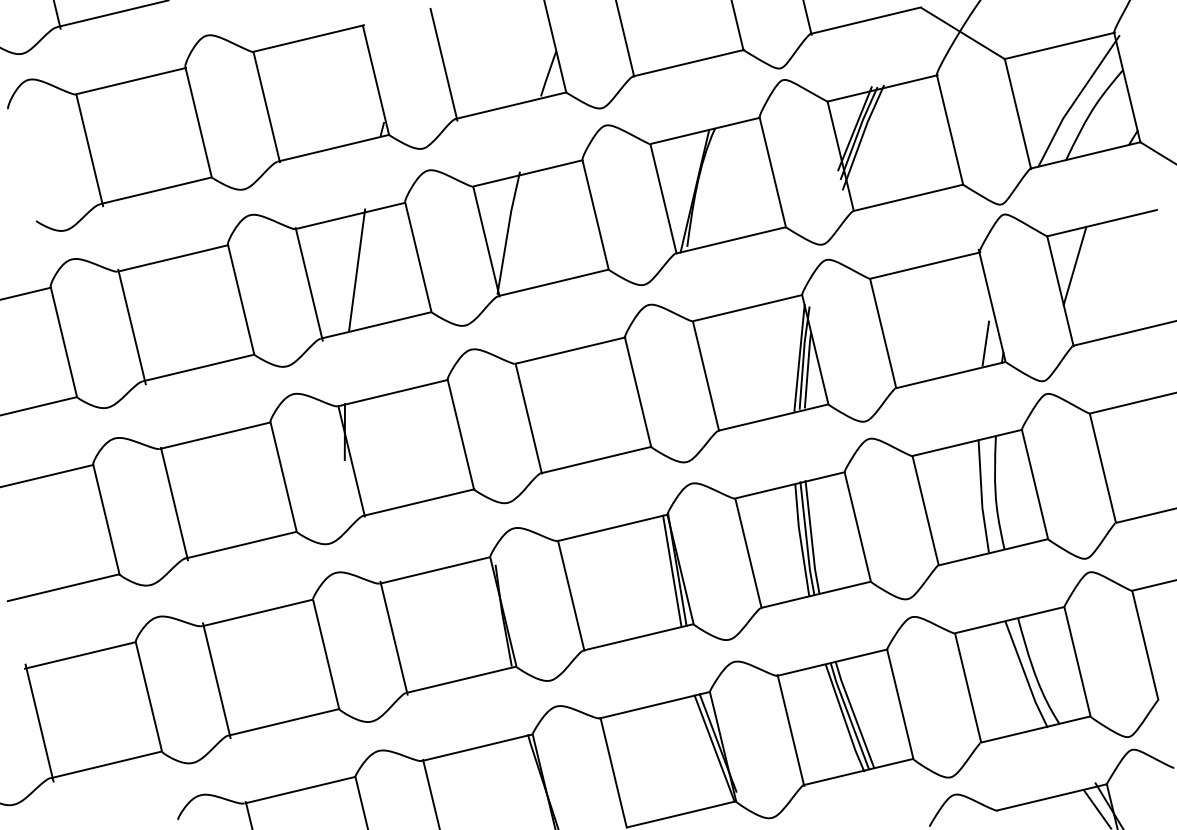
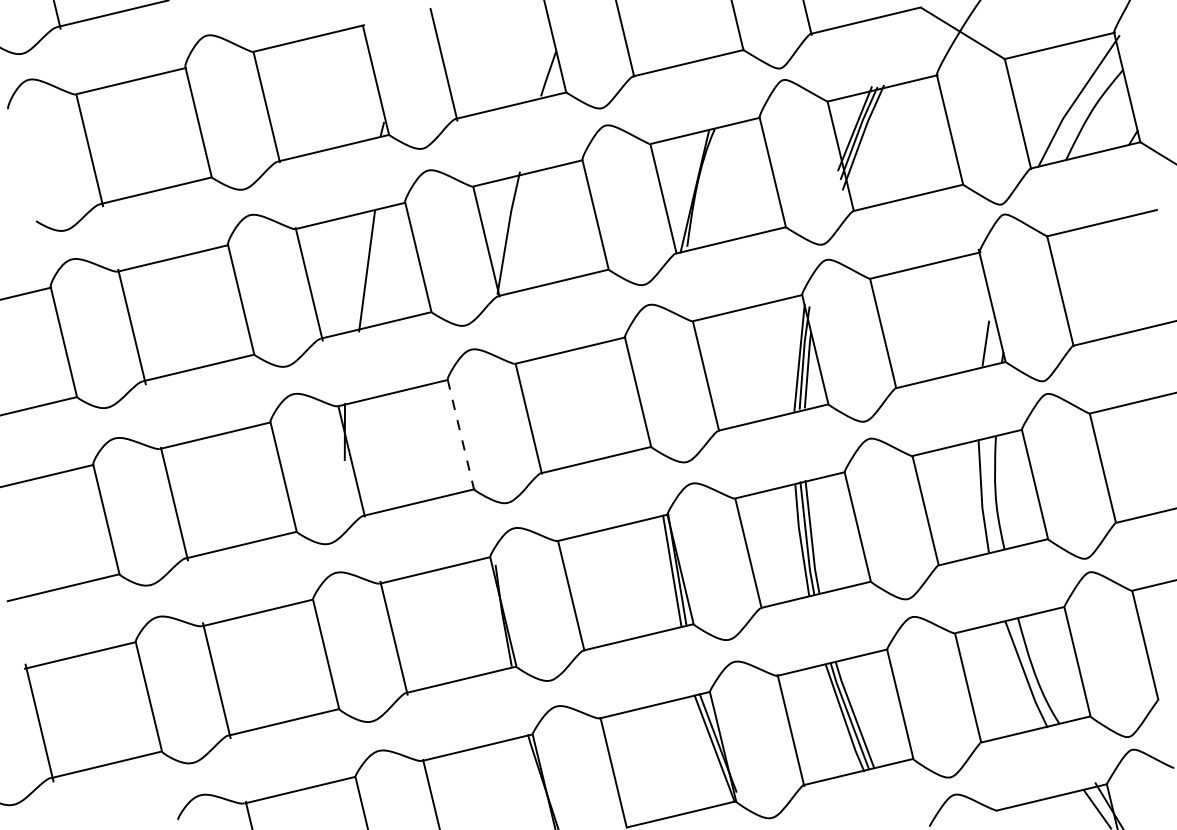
line at (1074, 265): present -> none
line at (357, 269) position: (357, 269) -> (367, 270)
line at (460, 434): solid -> dashed
